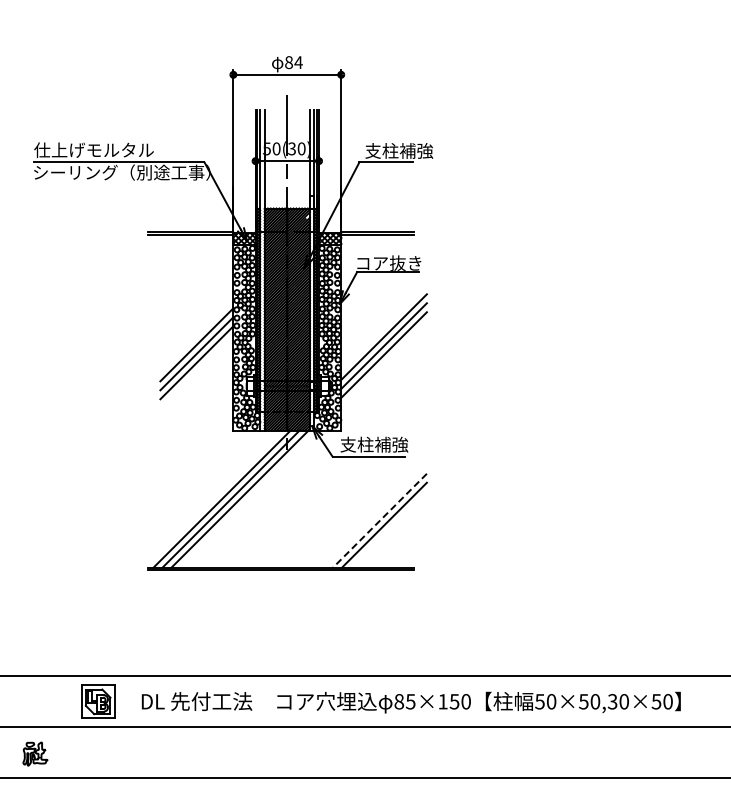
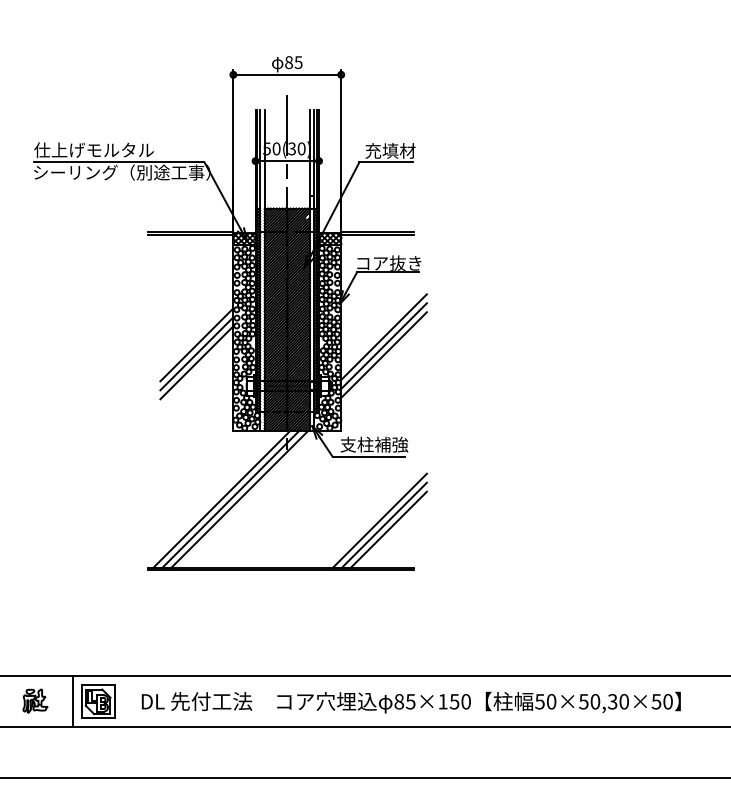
text at (298, 62): 84 -> 85
text at (399, 150): 支柱補強 -> 充填材
line at (379, 521): dashed -> solid
line at (388, 529): none -> present
line at (72, 701): none -> present
part at (35, 753) position: (35, 753) -> (35, 700)
